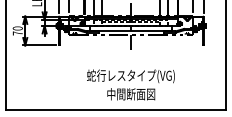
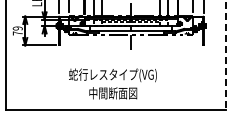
text at (17, 28): 70 -> 79
line at (225, 55): solid -> dashed
text at (130, 84) position: (130, 84) -> (112, 83)
